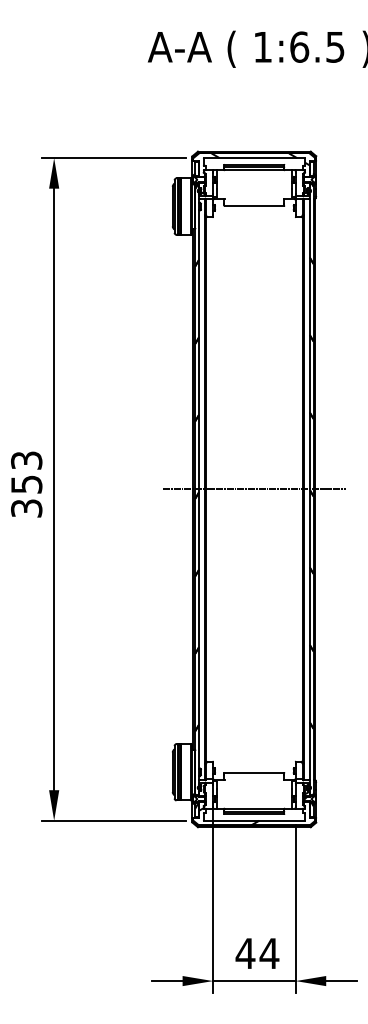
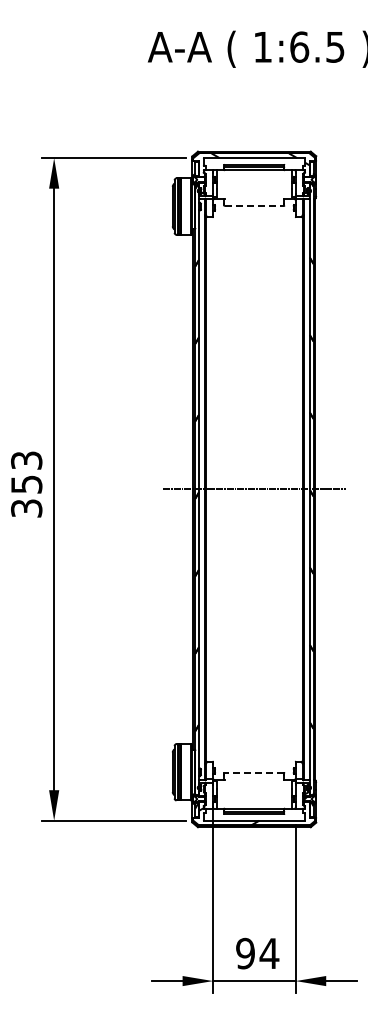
line at (254, 206): solid -> dashed
line at (253, 772): solid -> dashed
text at (245, 953): 44 -> 94
